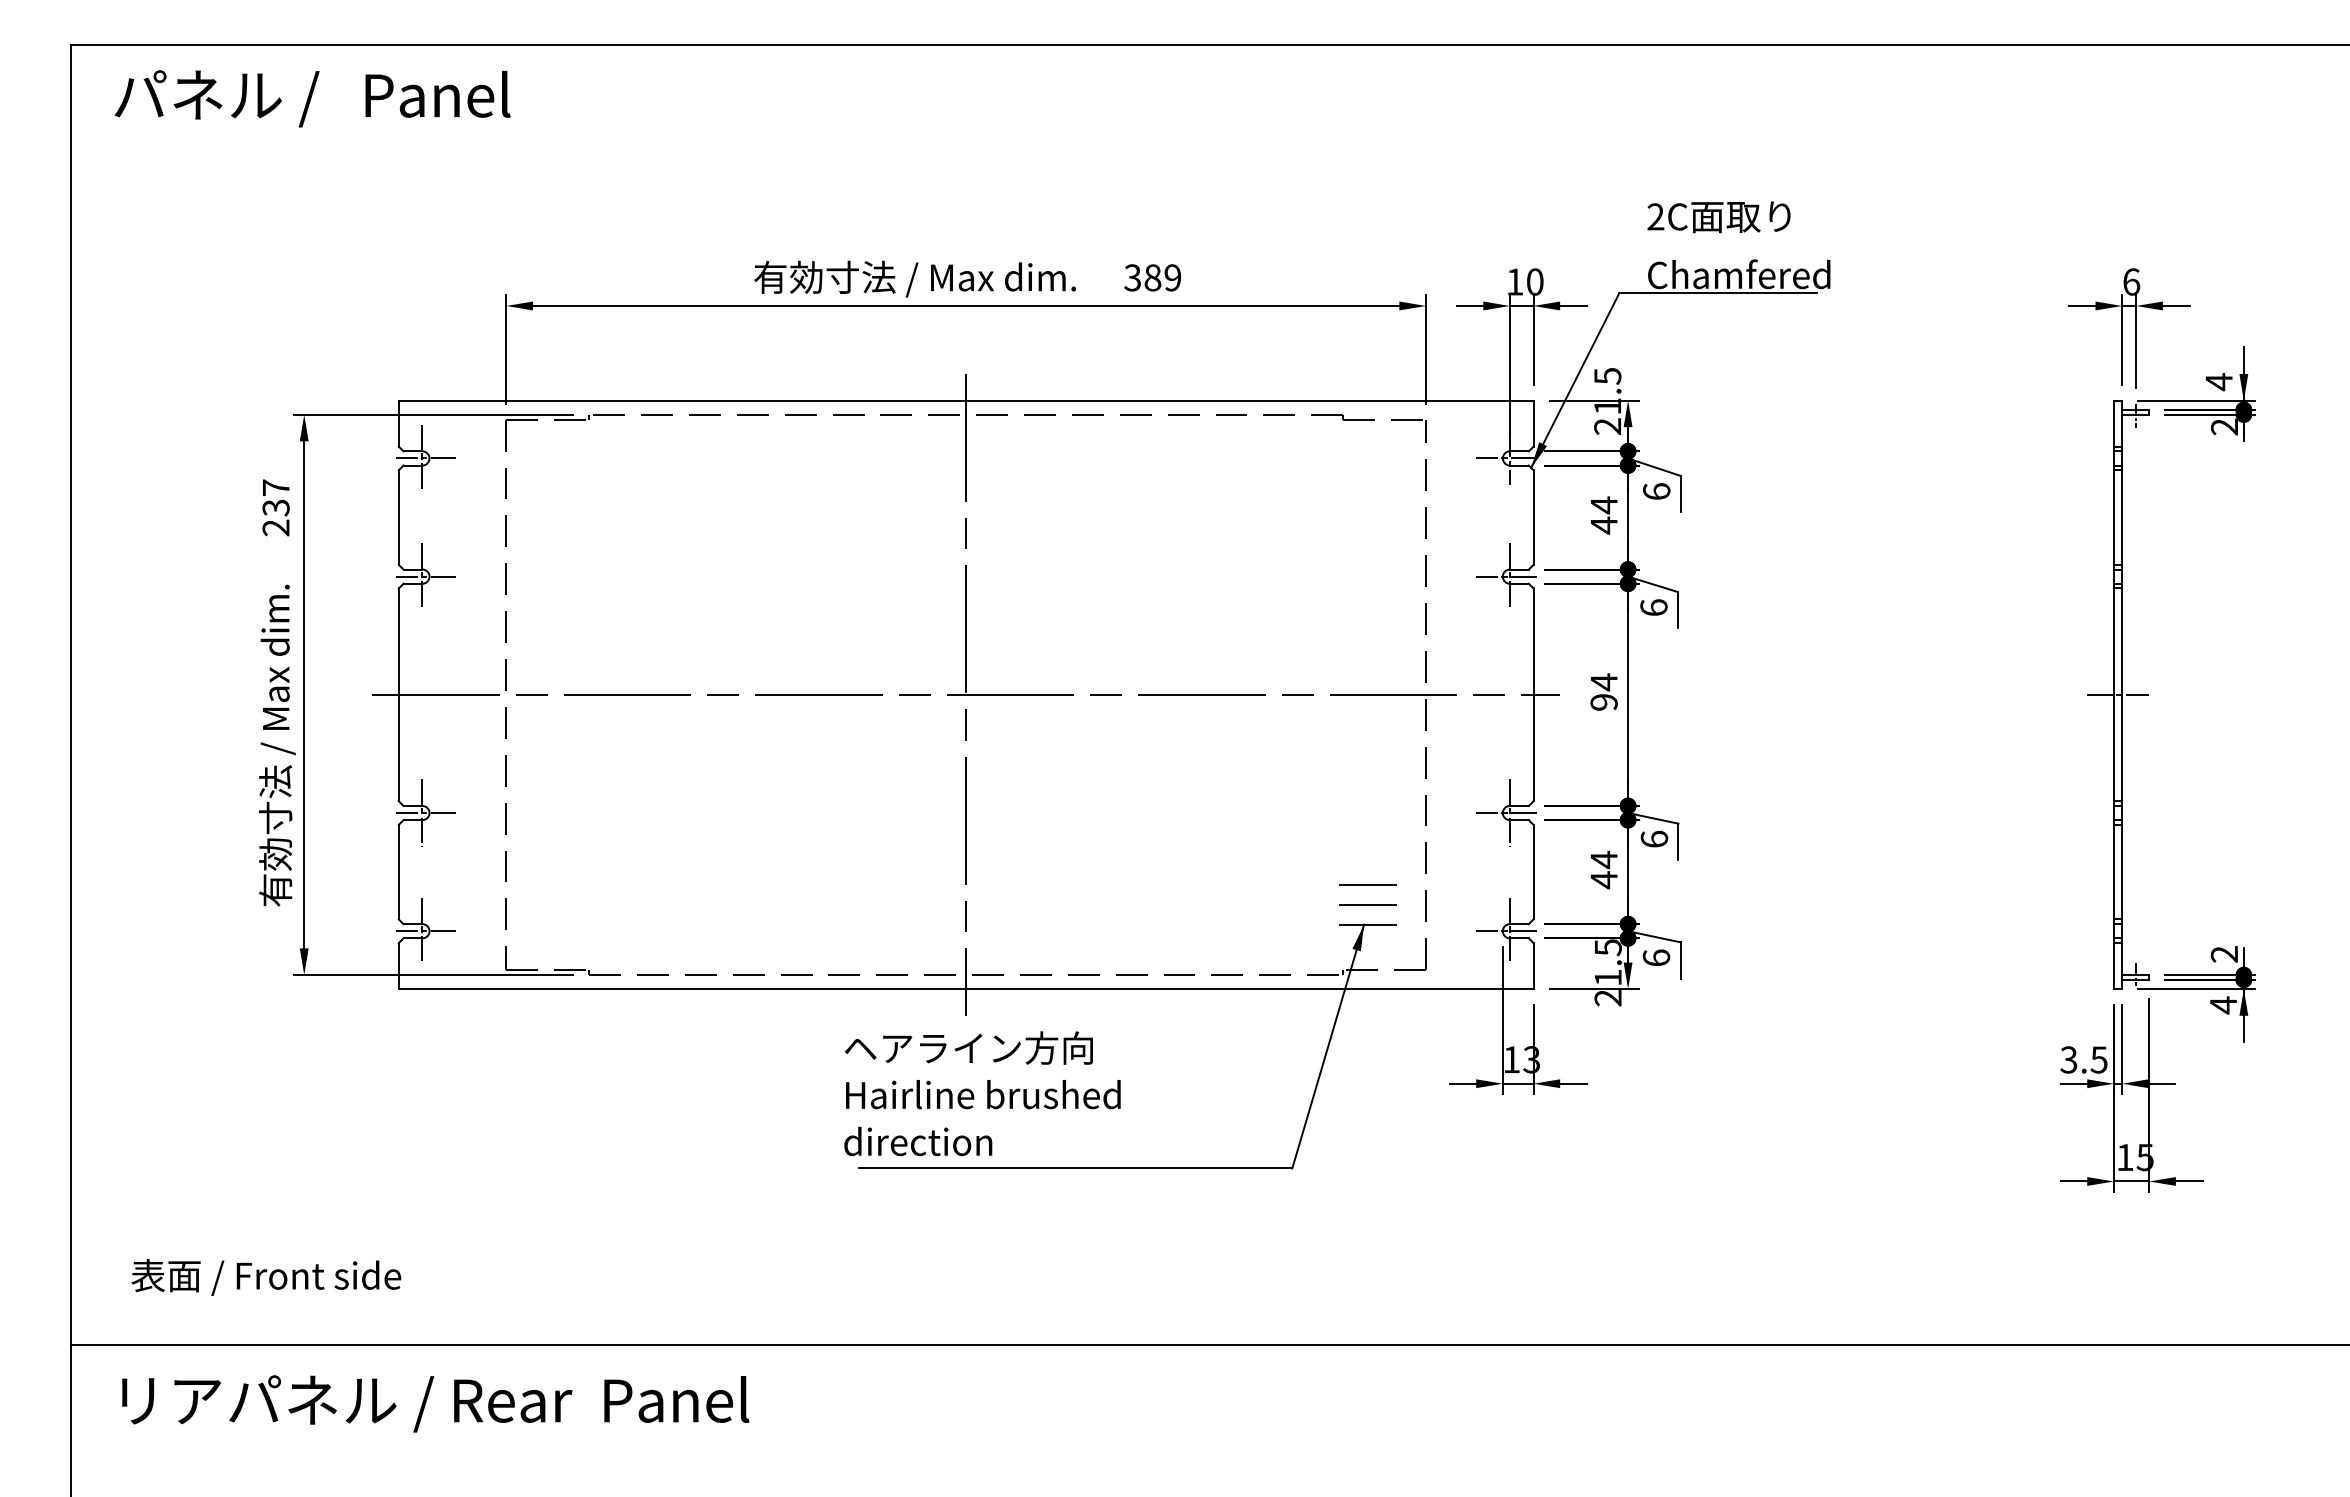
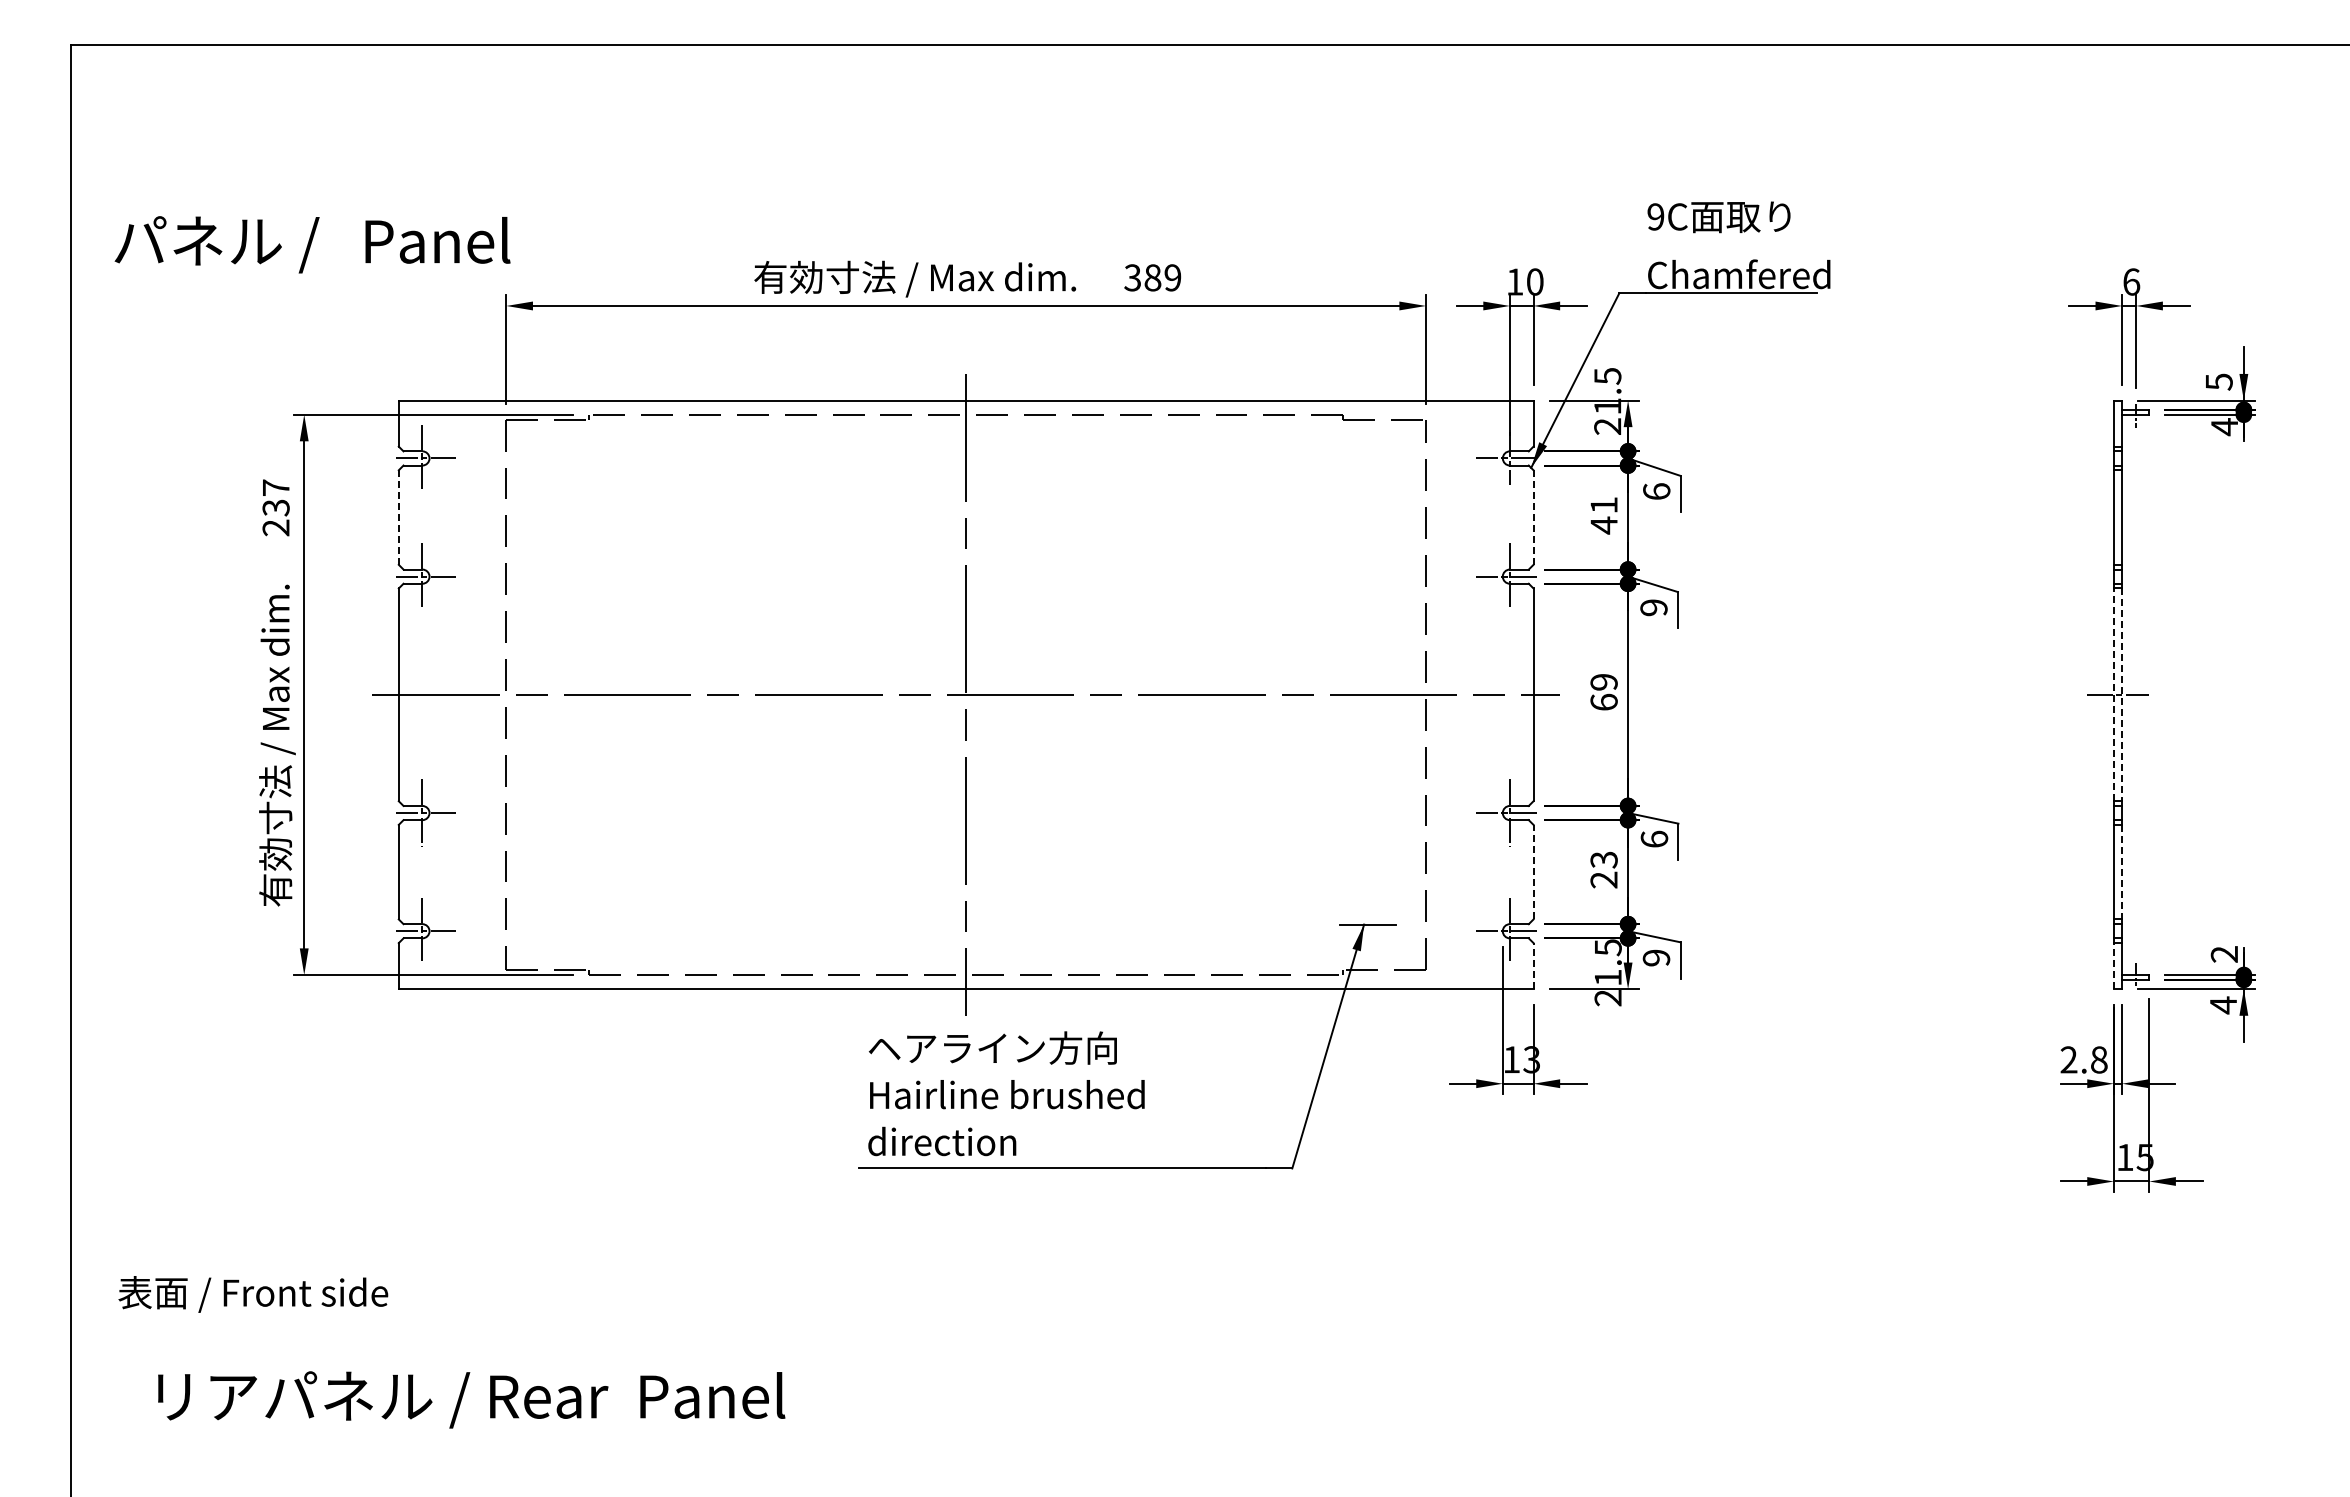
text at (312, 98) position: (312, 98) -> (312, 244)
text at (1655, 216): 2C -> 9C
text at (2219, 382): 4 -> 5
text at (2224, 427): 2 -> 4
text at (1603, 505): 44 -> 41
line at (1533, 517): solid -> dashed
line at (398, 518): solid -> dashed
text at (1653, 607): 6 -> 9
text at (1603, 691): 94 -> 69
line at (2113, 694): solid -> dashed
line at (2122, 695): solid -> dashed
text at (1603, 870): 44 -> 23
line at (1533, 871): solid -> dashed
line at (2122, 872): solid -> dashed
line at (1367, 885): present -> none
line at (1367, 904): present -> none
text at (1656, 957): 6 -> 9
line at (1533, 965): solid -> dashed
line at (2113, 965): solid -> dashed
text at (2083, 1059): 3.5 -> 2.8
text at (982, 1093) position: (982, 1093) -> (1006, 1093)
text at (266, 1277) position: (266, 1277) -> (253, 1294)
line at (1208, 1344): present -> none
text at (435, 1403) position: (435, 1403) -> (471, 1399)
